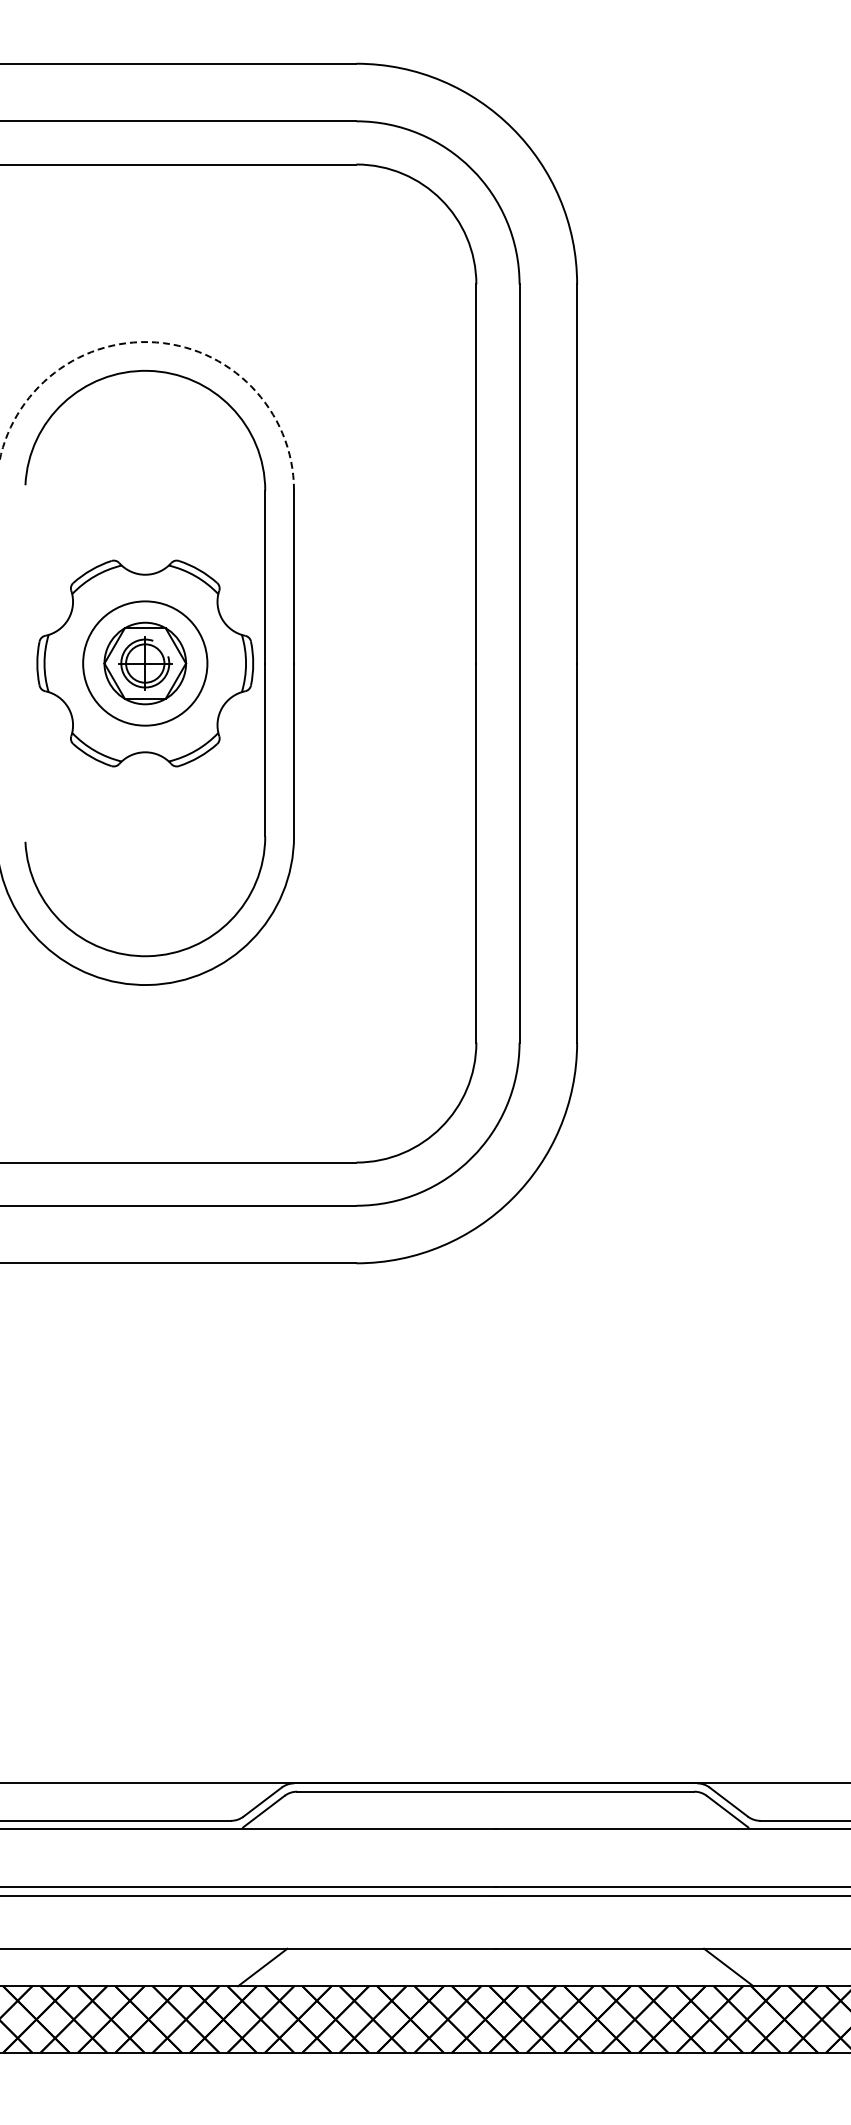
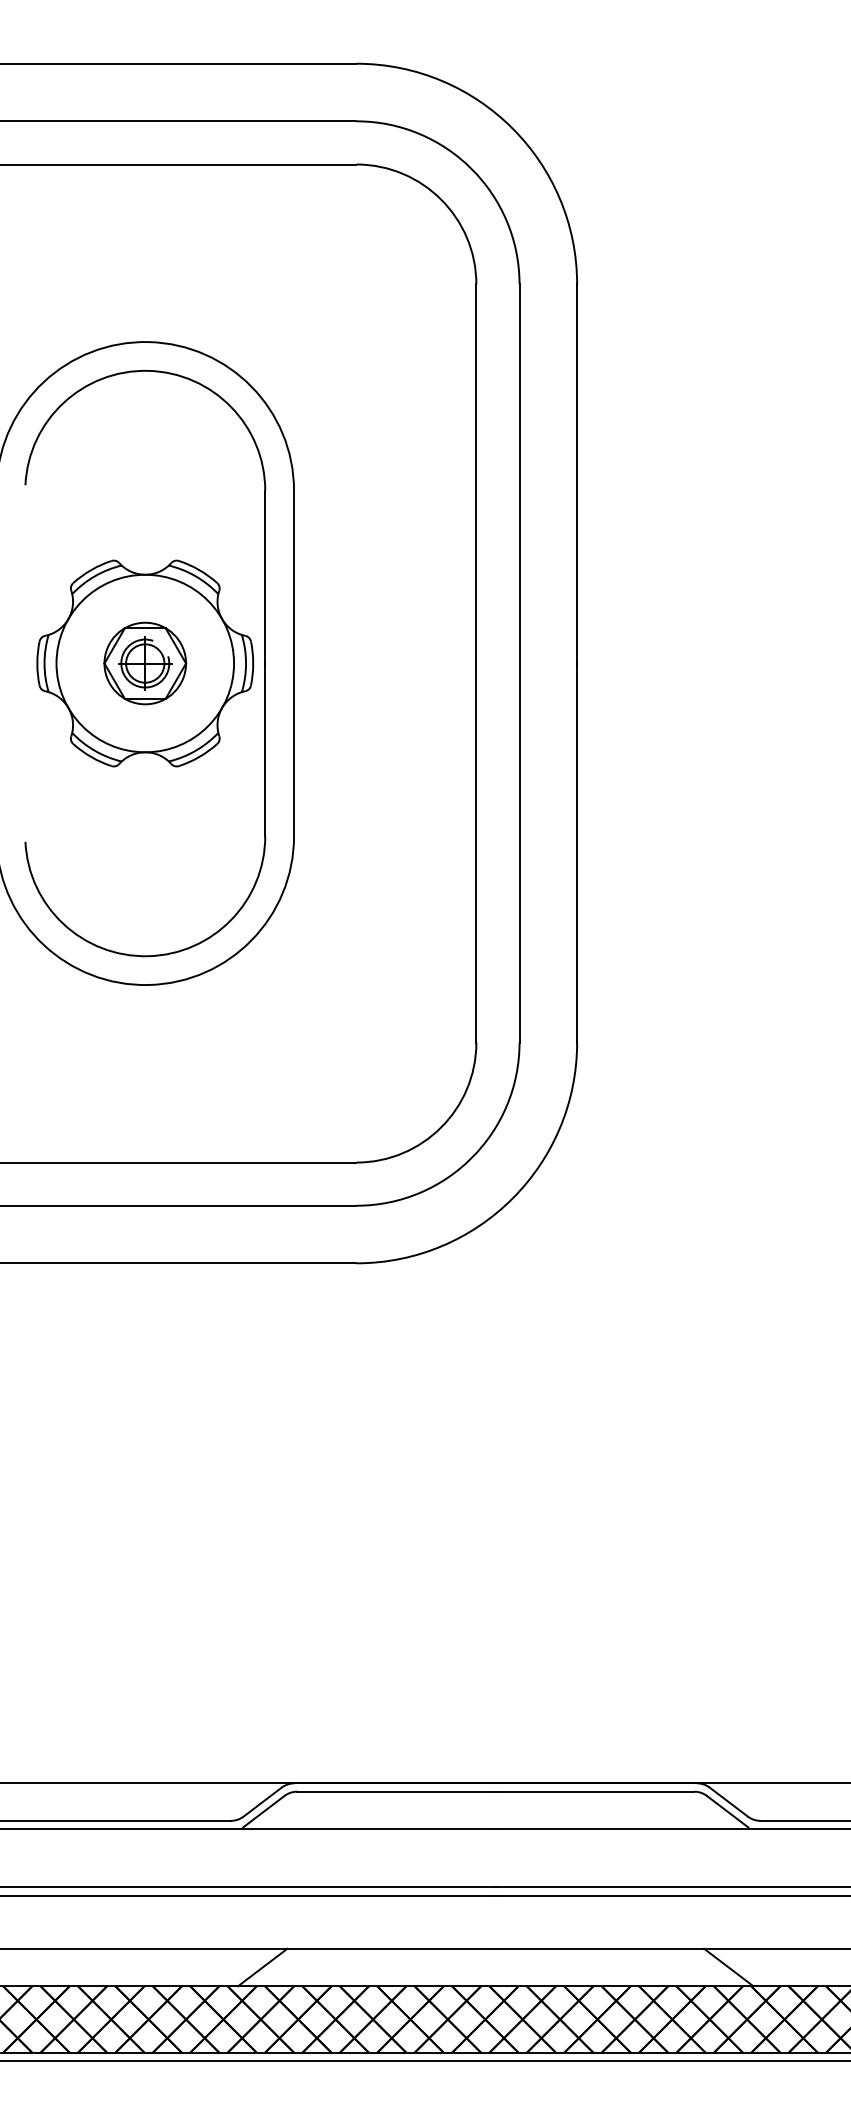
arc at (160, 342): dashed -> solid
circle at (145, 663) diameter: 124 px -> 178 px
line at (424, 2061): none -> present
